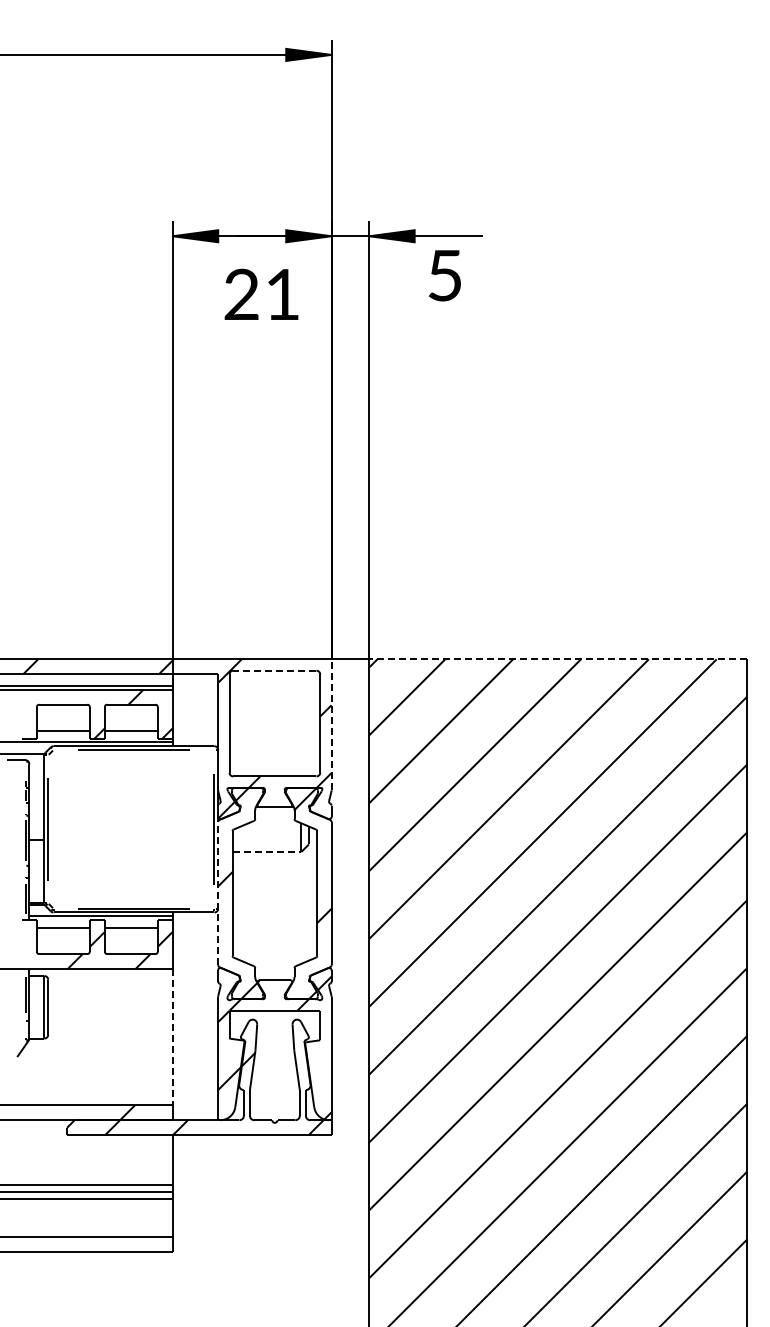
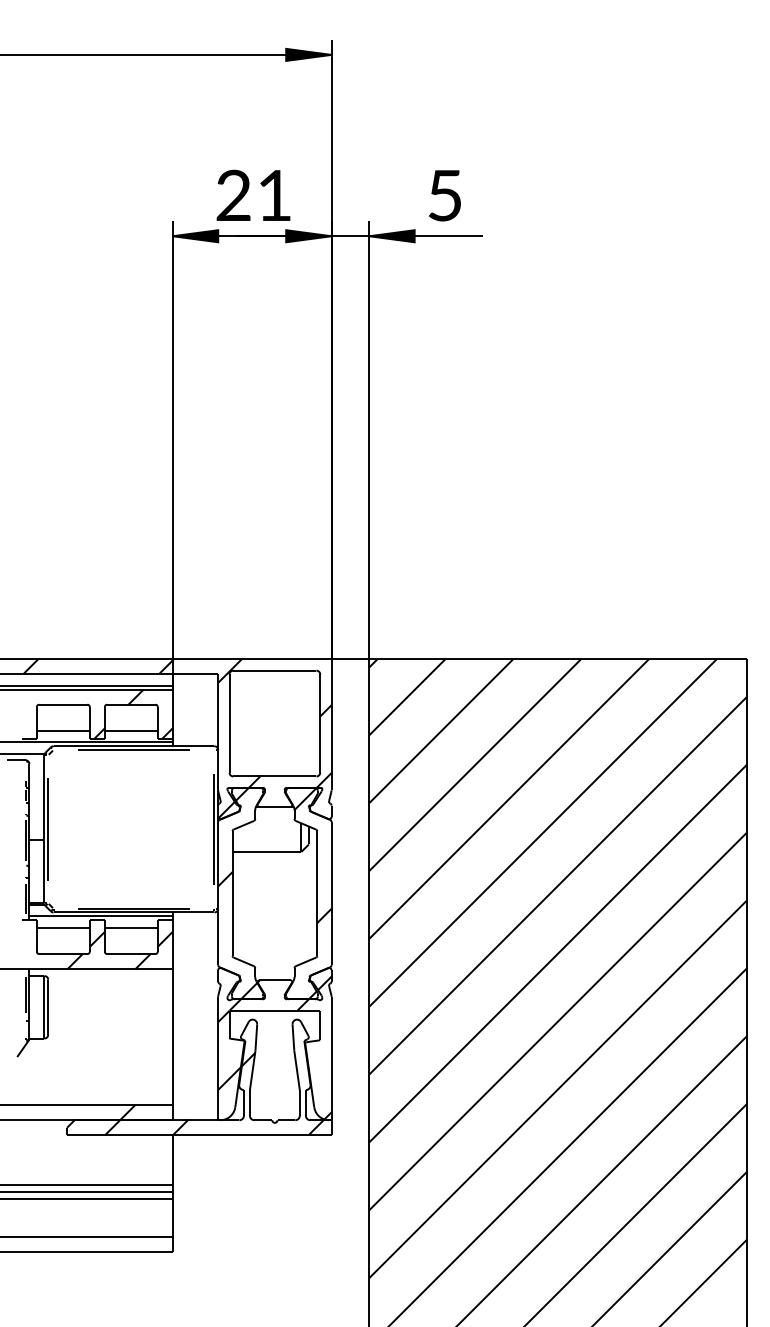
text at (444, 275) position: (444, 275) -> (444, 195)
text at (261, 293) position: (261, 293) -> (253, 194)
line at (558, 659): dashed -> solid
line at (274, 670): dashed -> solid
line at (331, 724): dashed -> solid
line at (267, 852): dashed -> solid
line at (218, 893): dashed -> solid
line at (172, 1037): dashed -> solid
